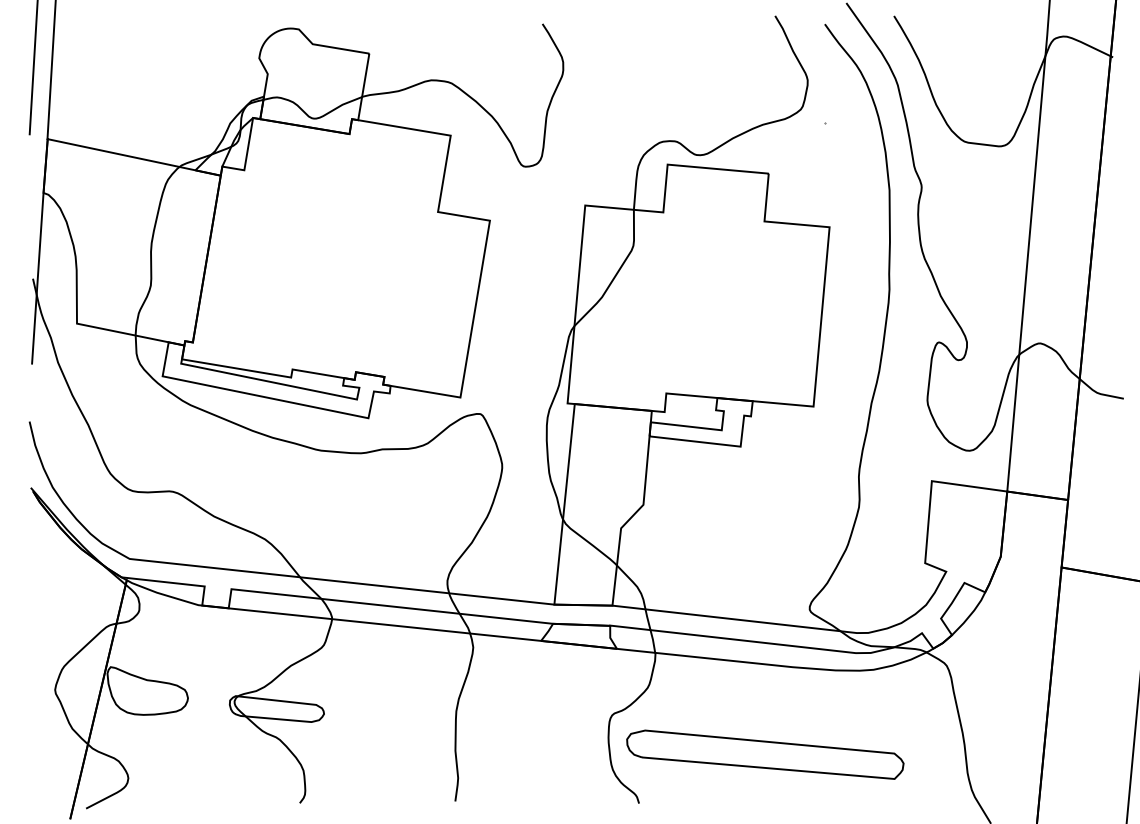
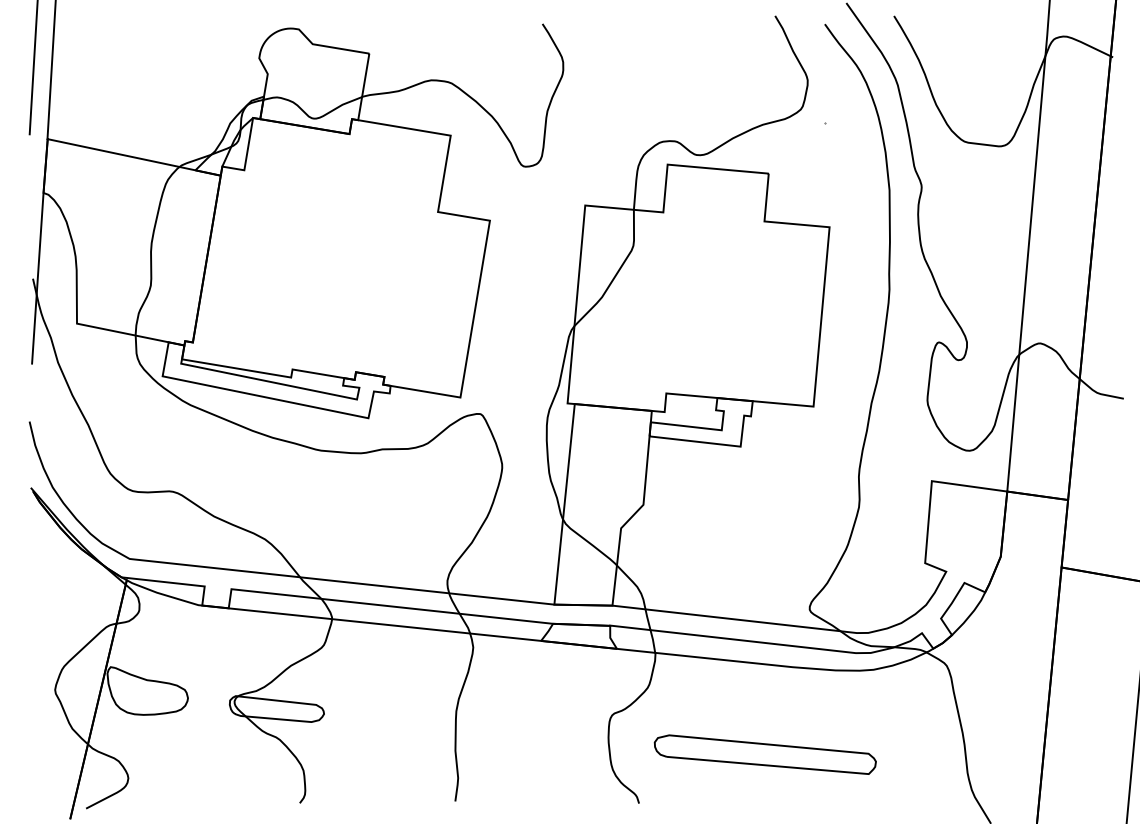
part at (765, 754) size: 279x51 px -> 224x41 px
